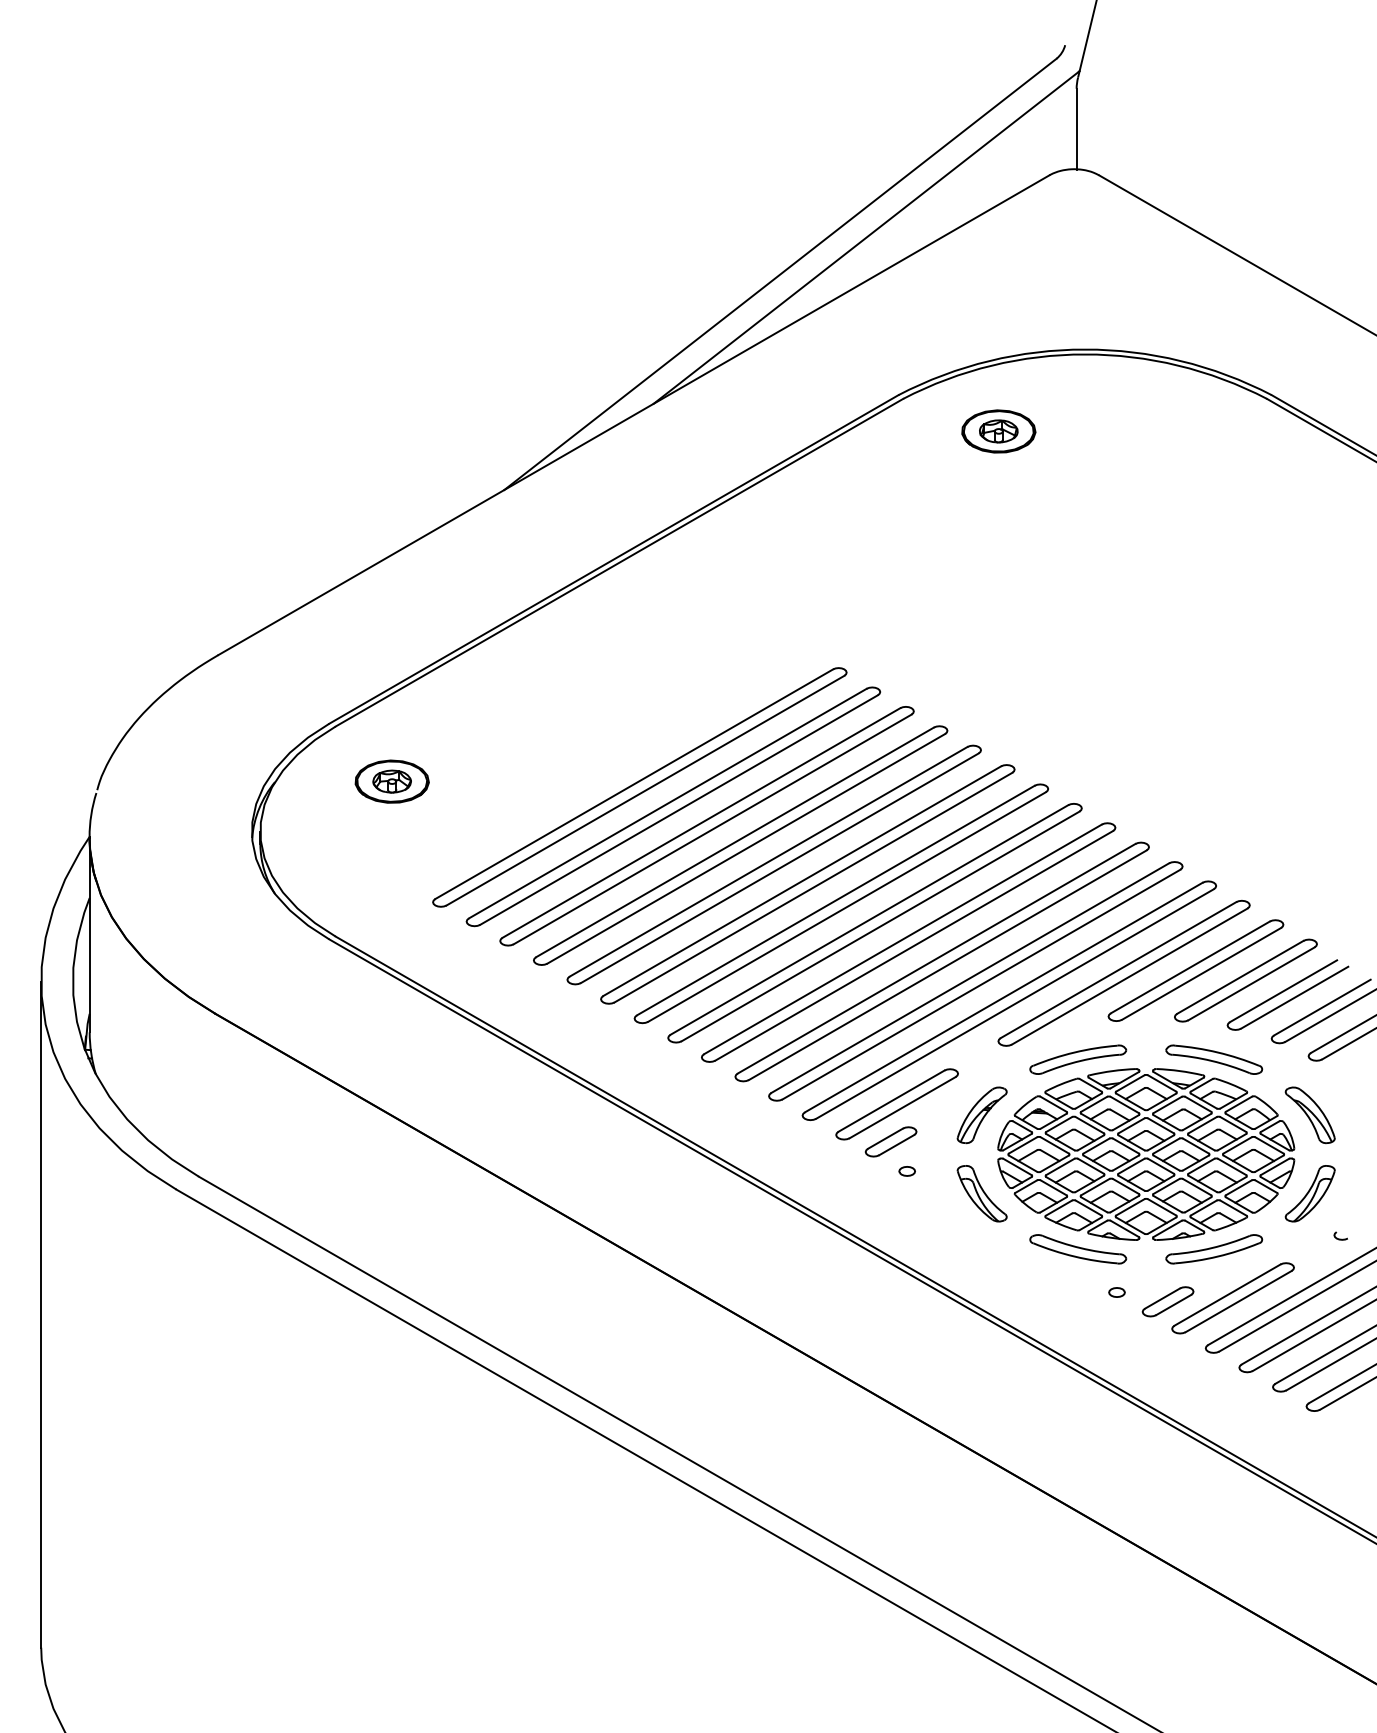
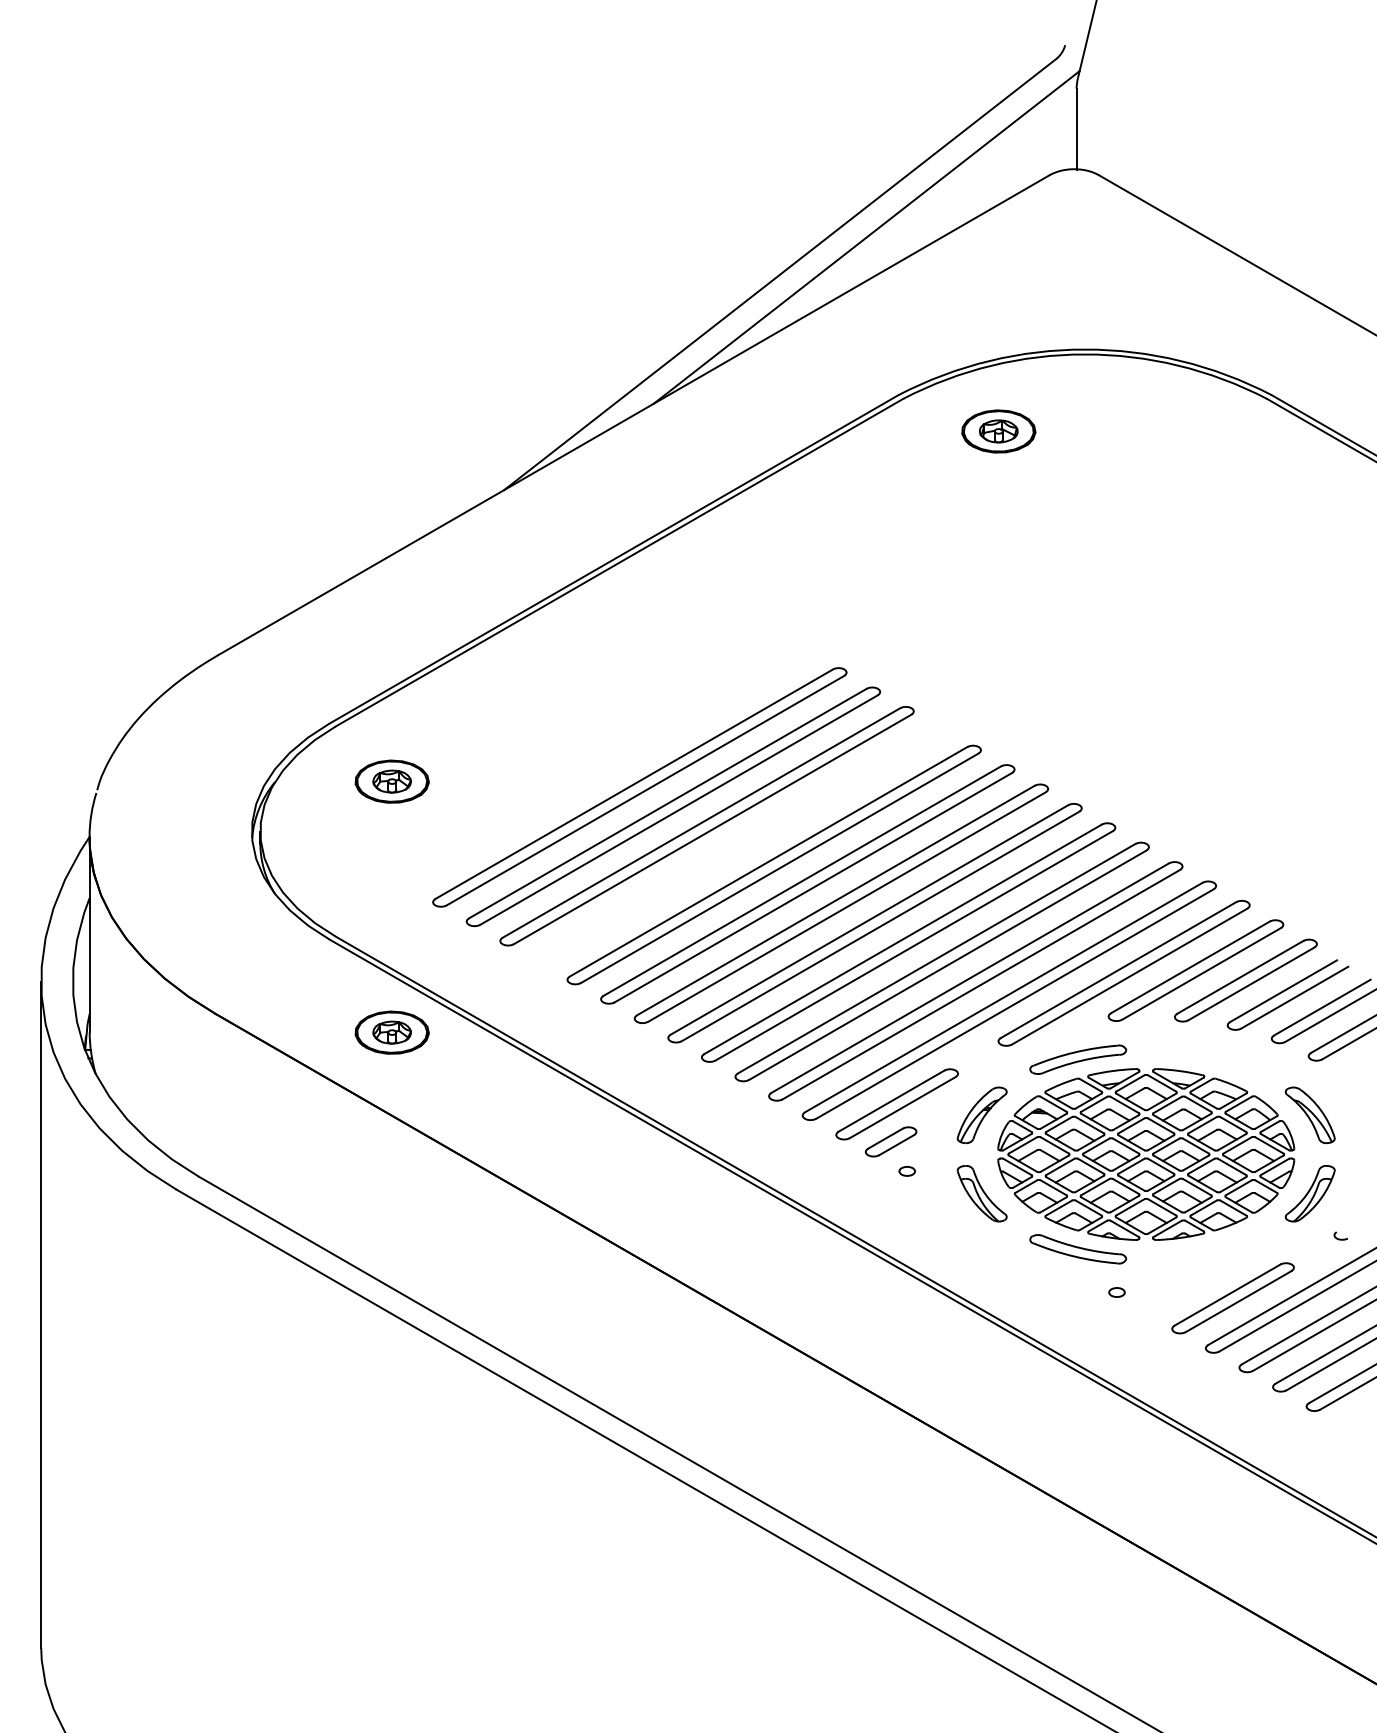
part at (740, 845): present -> none
part at (391, 1032): none -> present
part at (1214, 1059): present -> none
part at (1214, 1249): present -> none
part at (1167, 1301): present -> none
